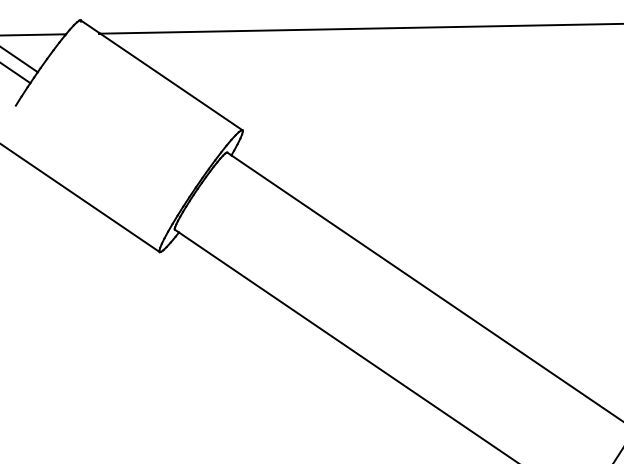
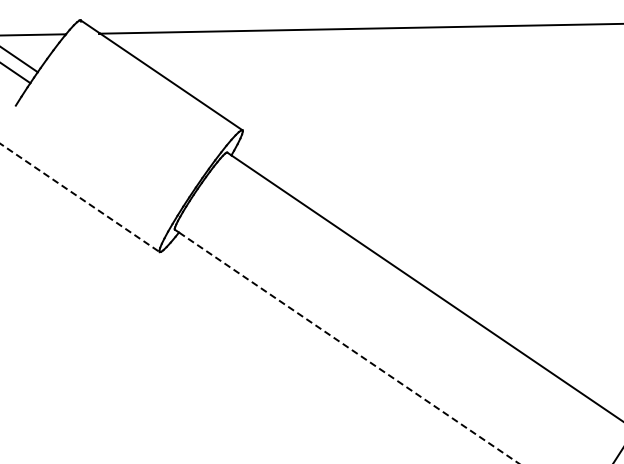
line at (80, 198): solid -> dashed
line at (349, 348): solid -> dashed
